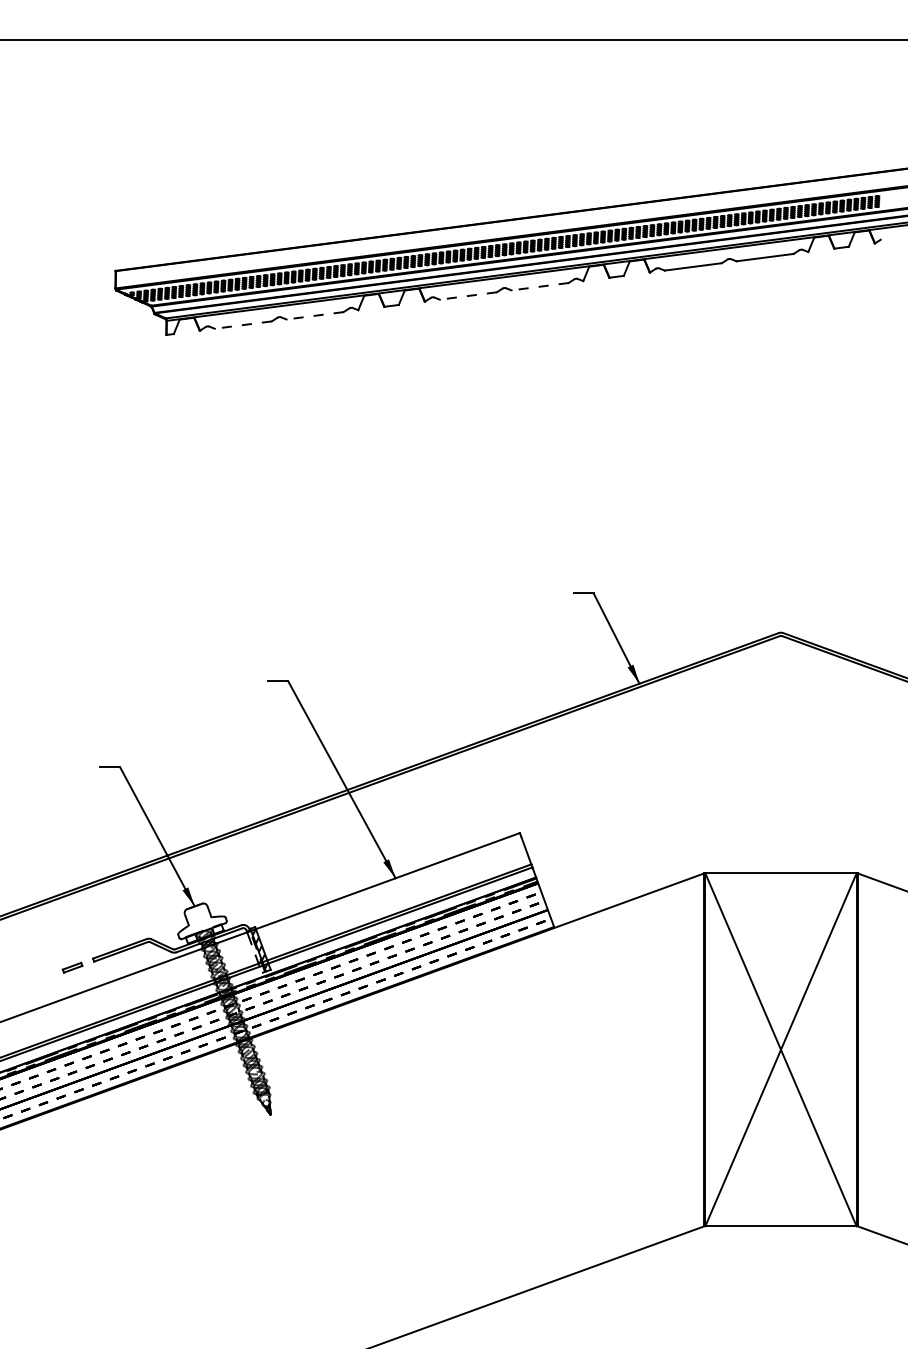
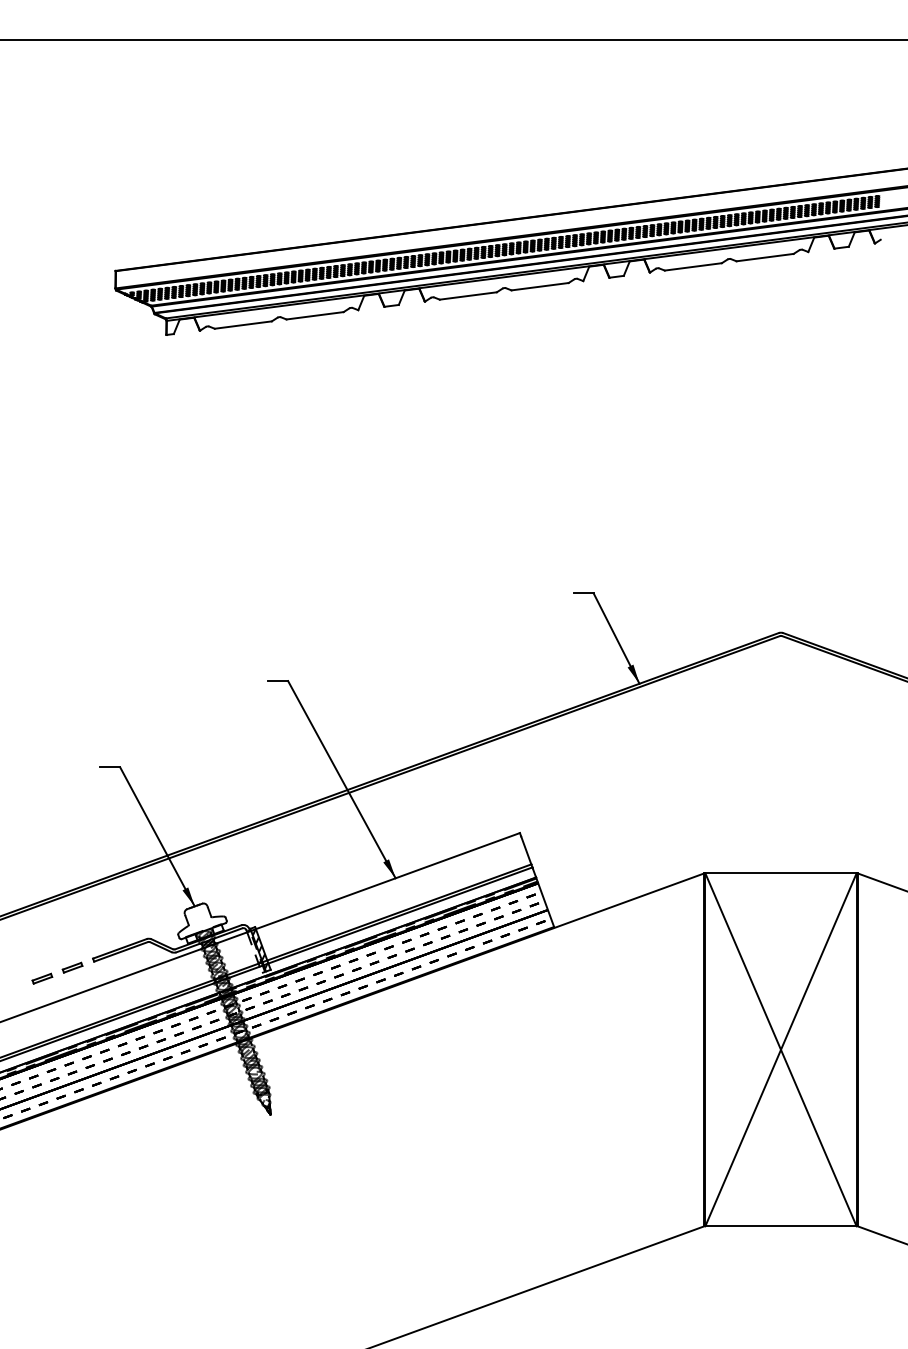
line at (540, 286): dashed -> solid
line at (468, 295): dashed -> solid
line at (315, 315): dashed -> solid
line at (243, 325): dashed -> solid
part at (42, 978): none -> present
